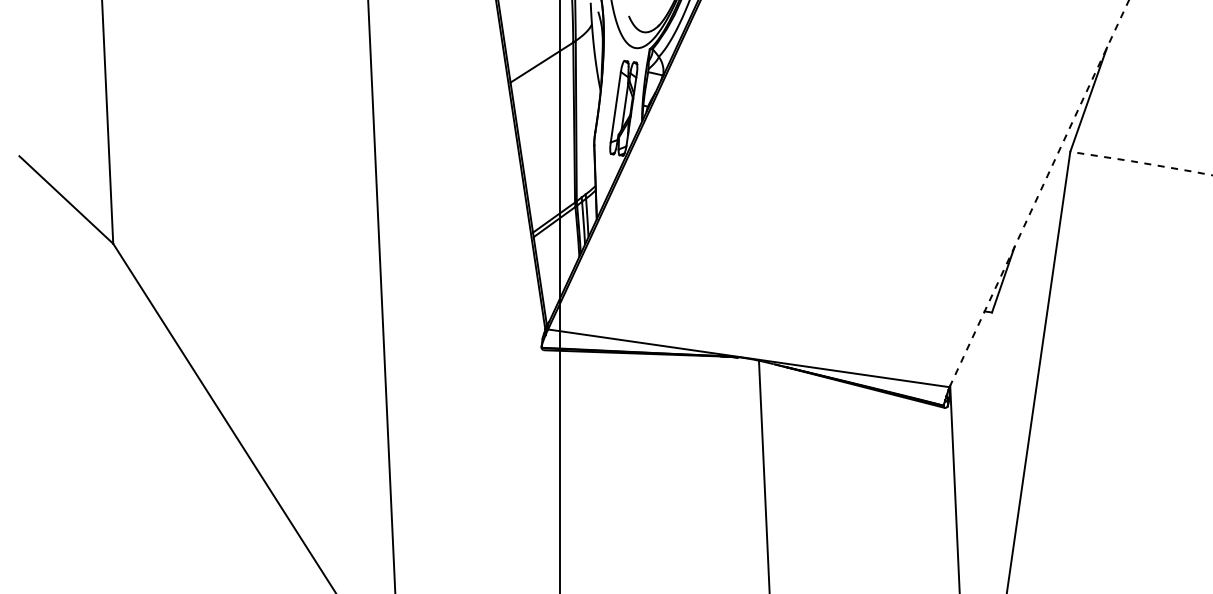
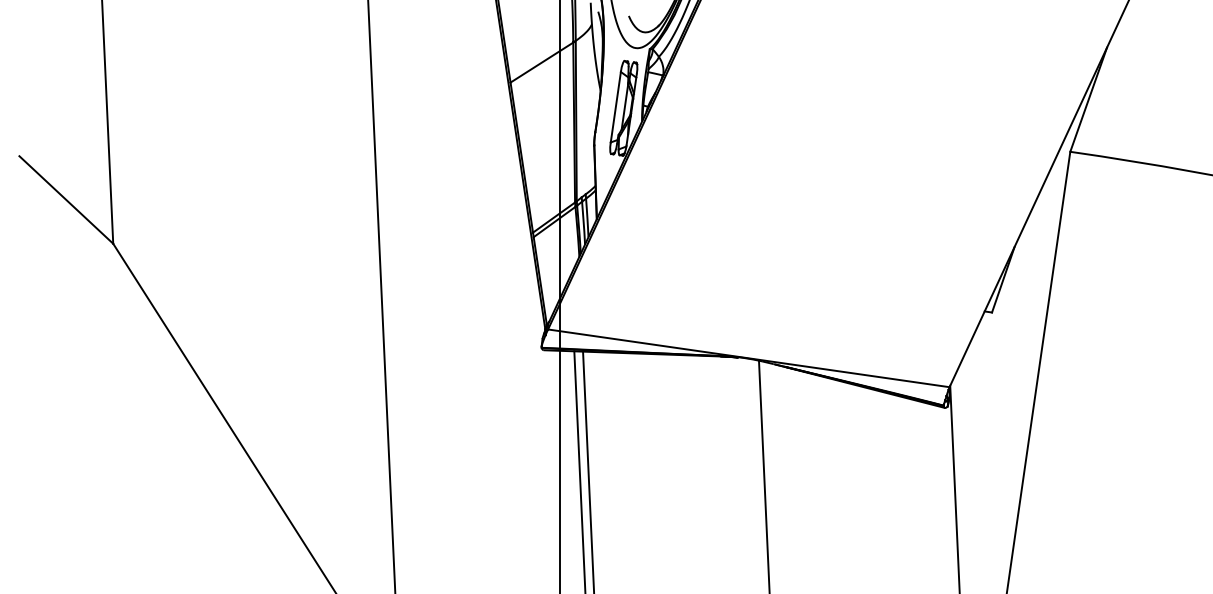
arc at (1140, 162): dashed -> solid
line at (1039, 193): dashed -> solid
line at (579, 470): none -> present
line at (588, 470): none -> present
